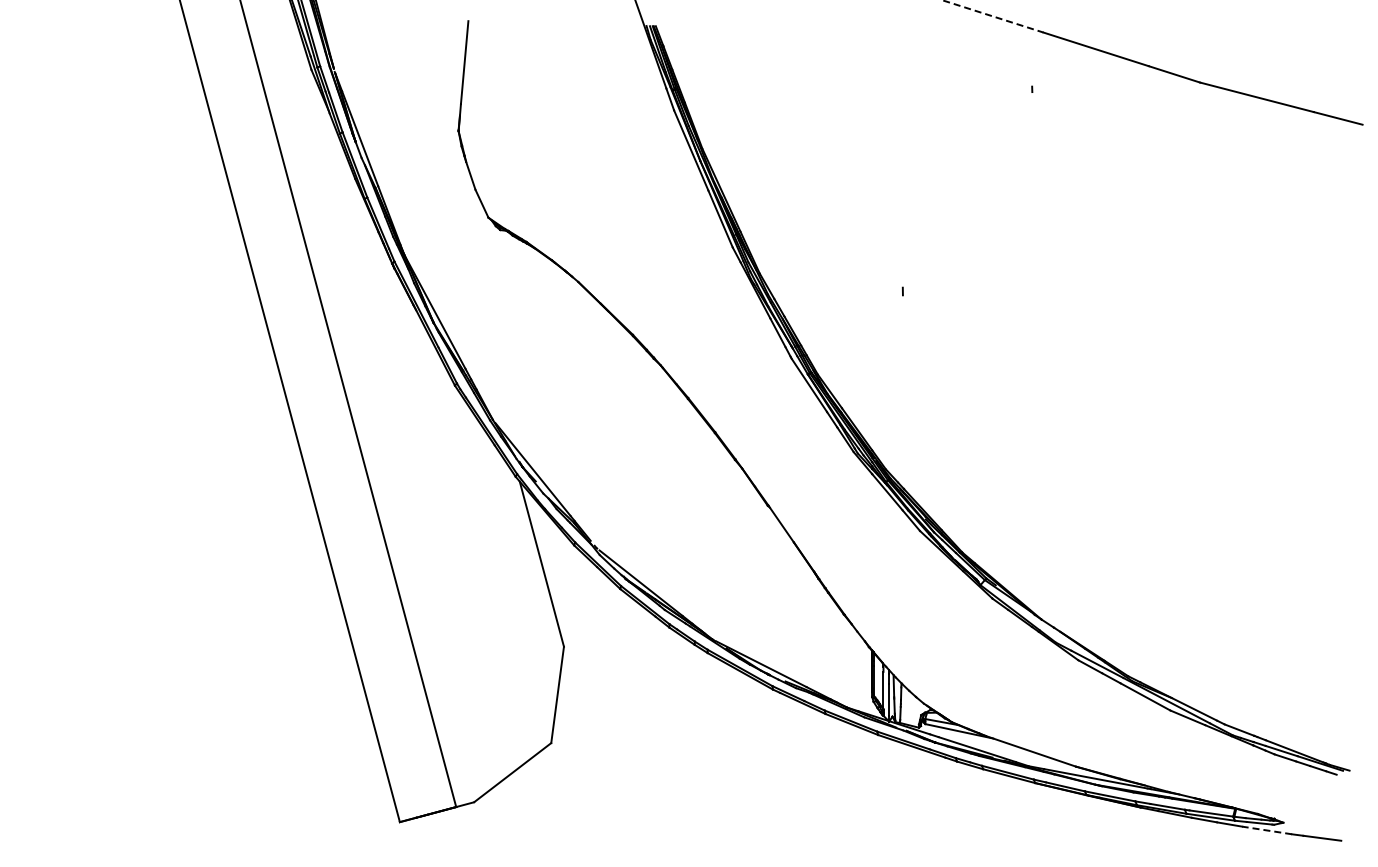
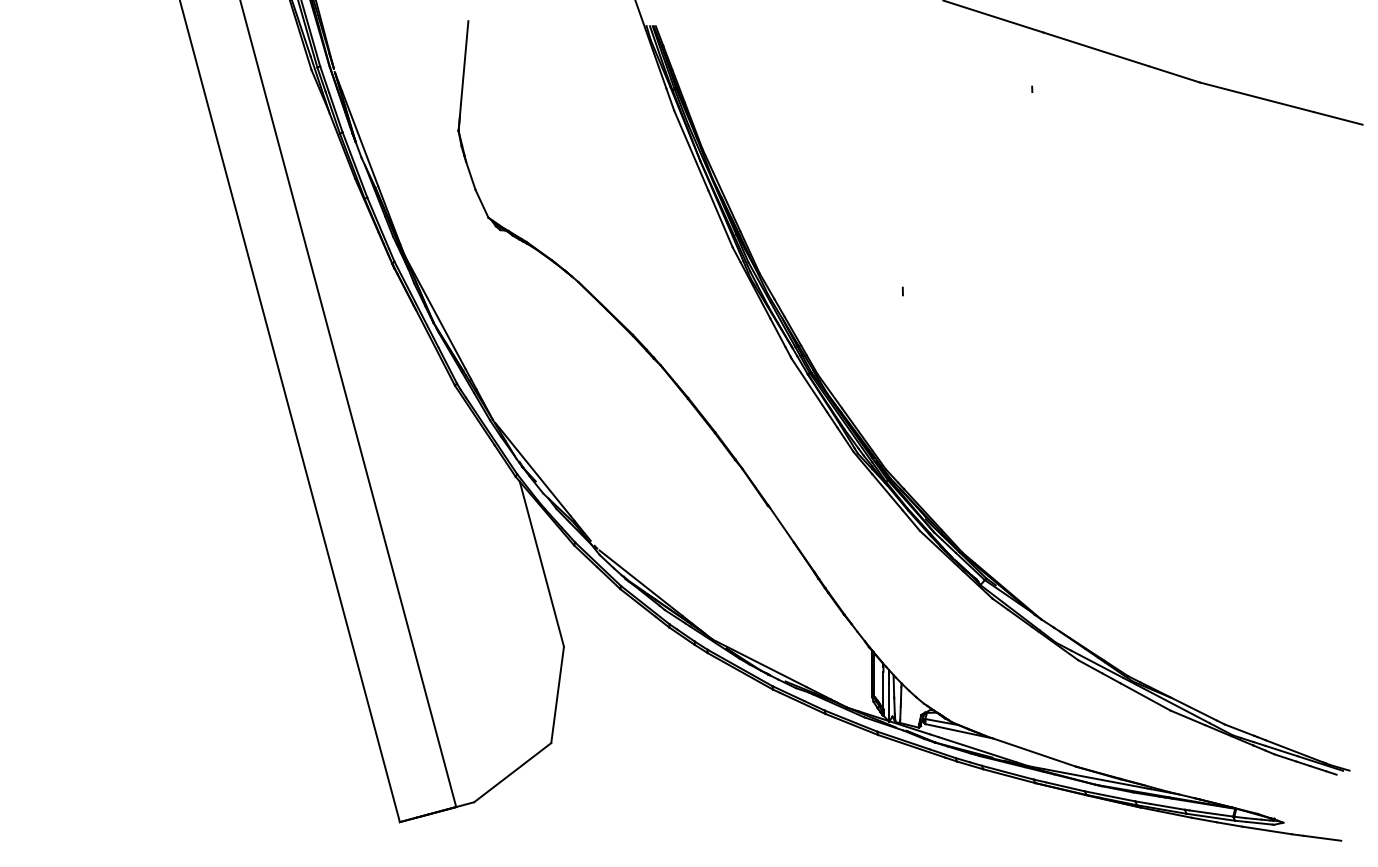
line at (993, 16): dashed -> solid
line at (1266, 830): dashed -> solid
